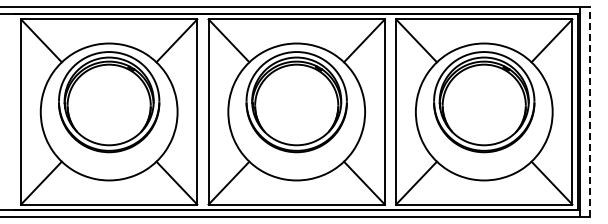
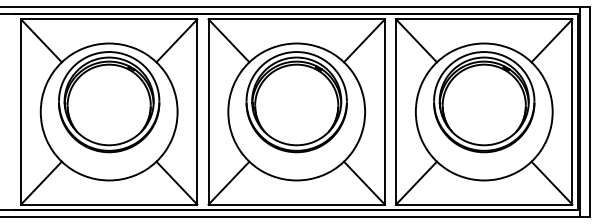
line at (589, 111): dashed -> solid
